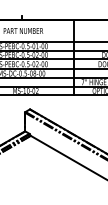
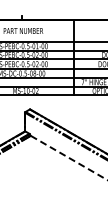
line at (69, 158): solid -> dashed
